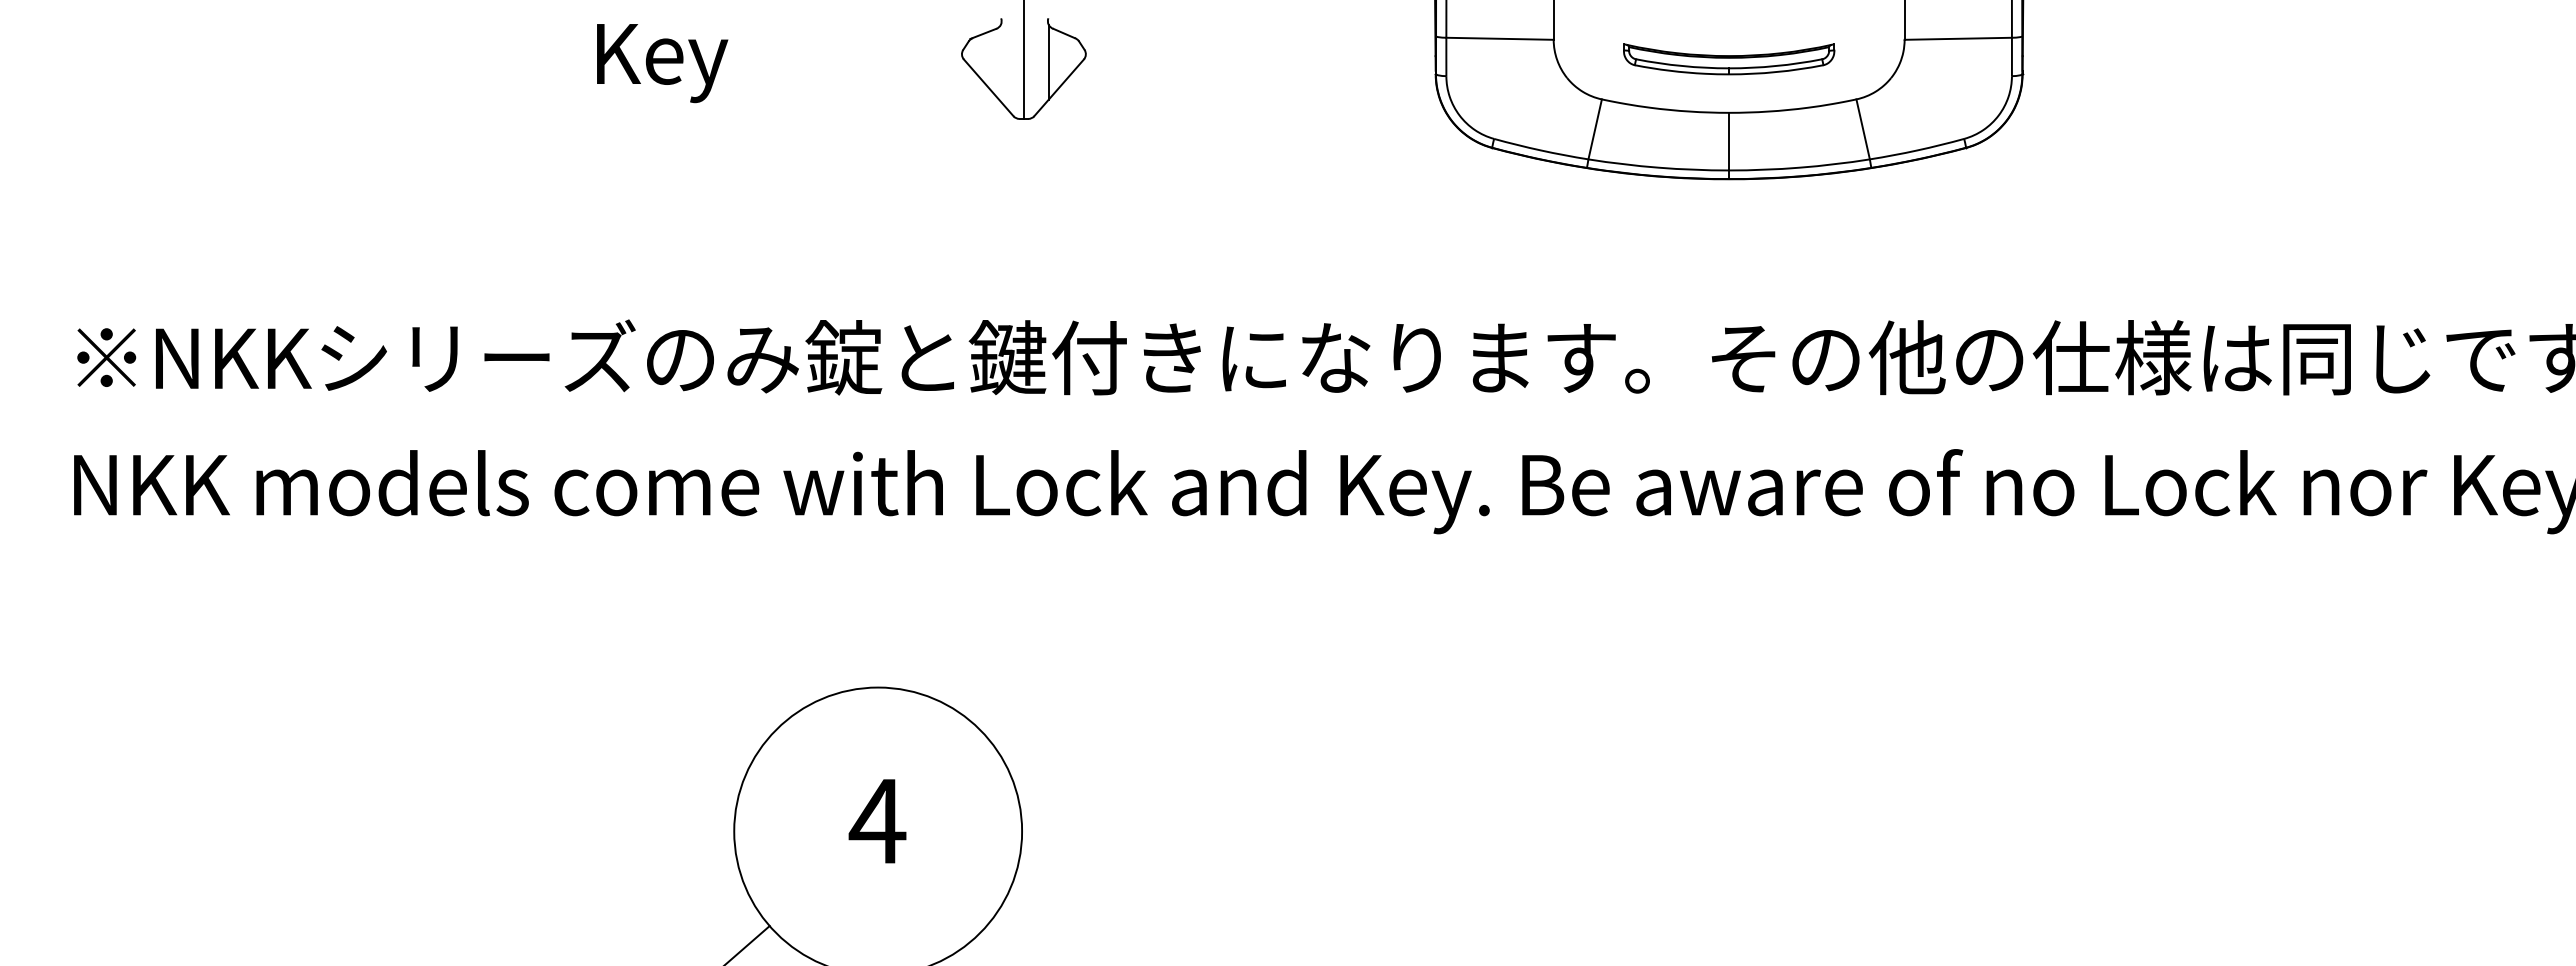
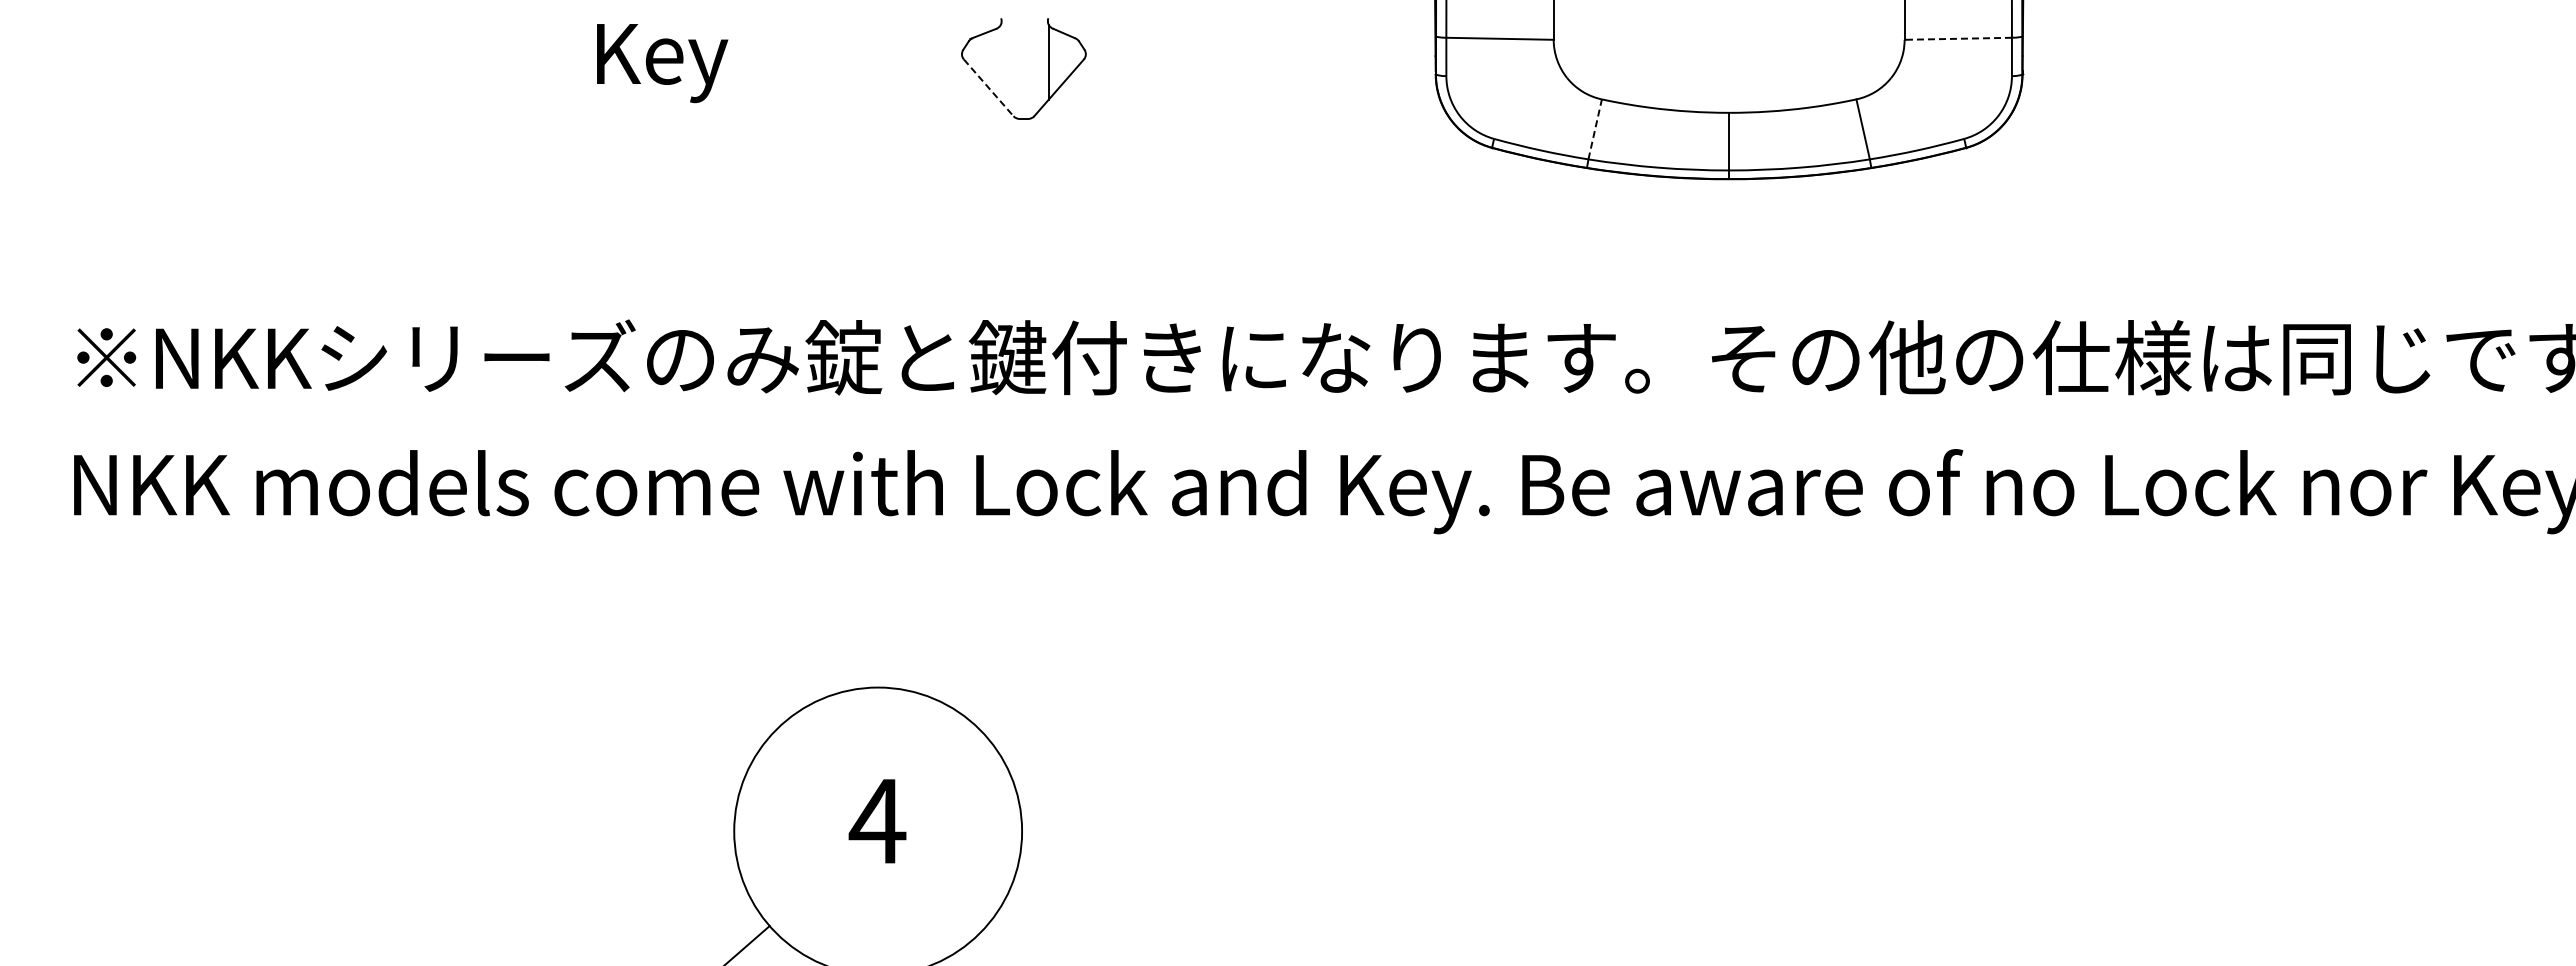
line at (1958, 38): solid -> dashed
part at (1729, 59): present -> none
line at (1023, 60): present -> none
line at (988, 87): solid -> dashed
line at (1595, 129): solid -> dashed
